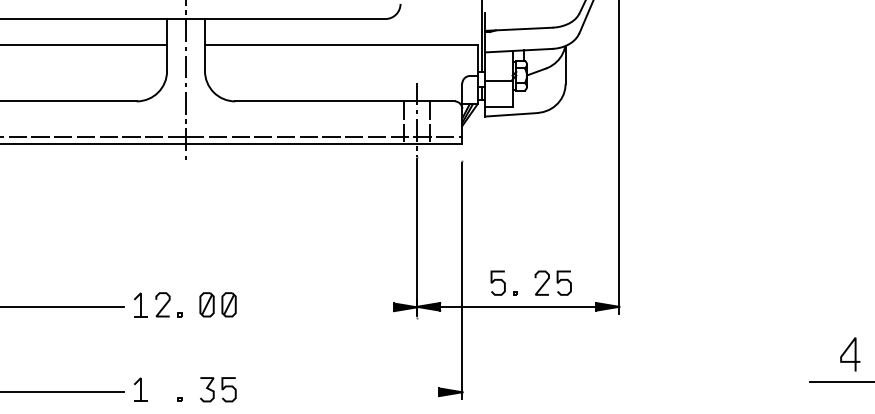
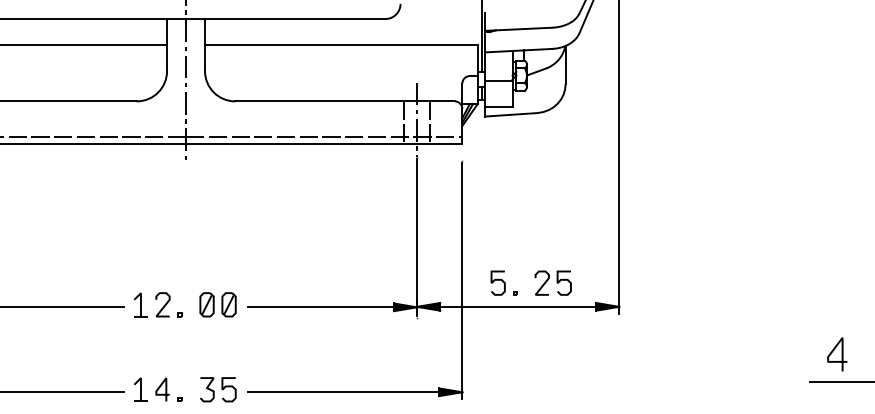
line at (320, 307): none -> present
curve at (854, 354) position: (854, 354) -> (841, 354)
curve at (160, 387): none -> present
line at (343, 392): none -> present
